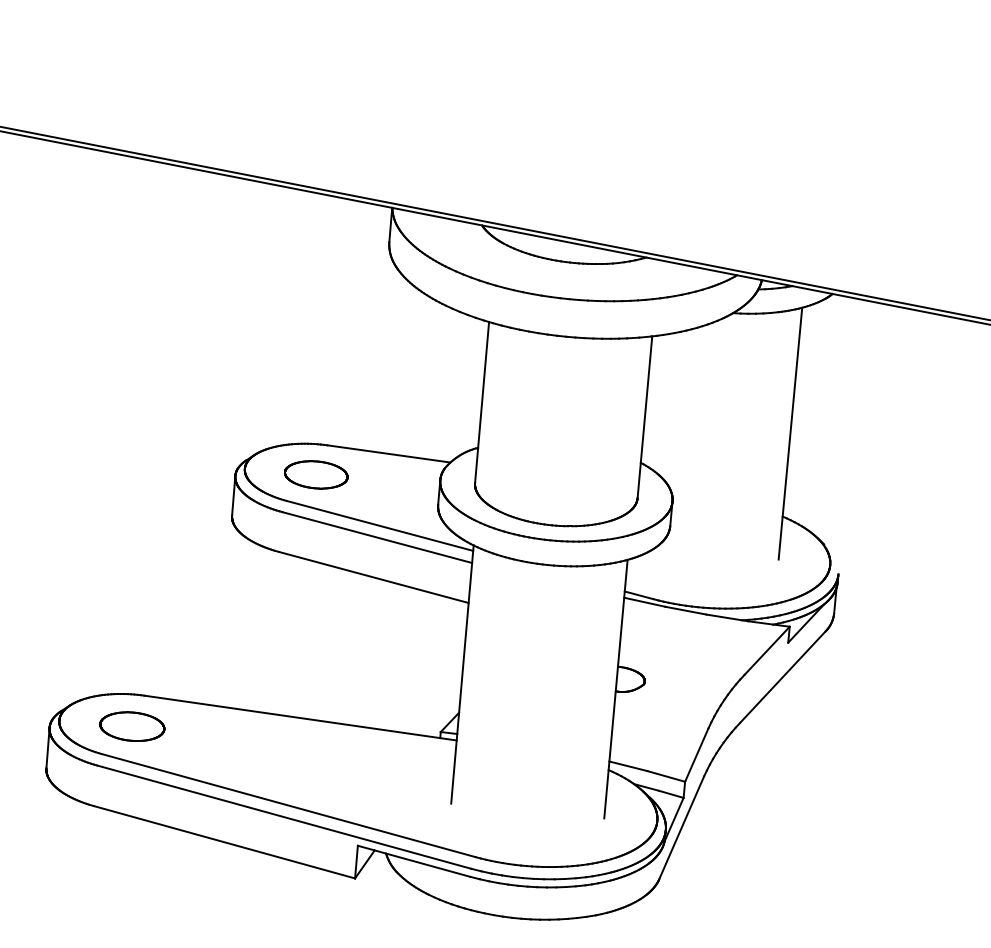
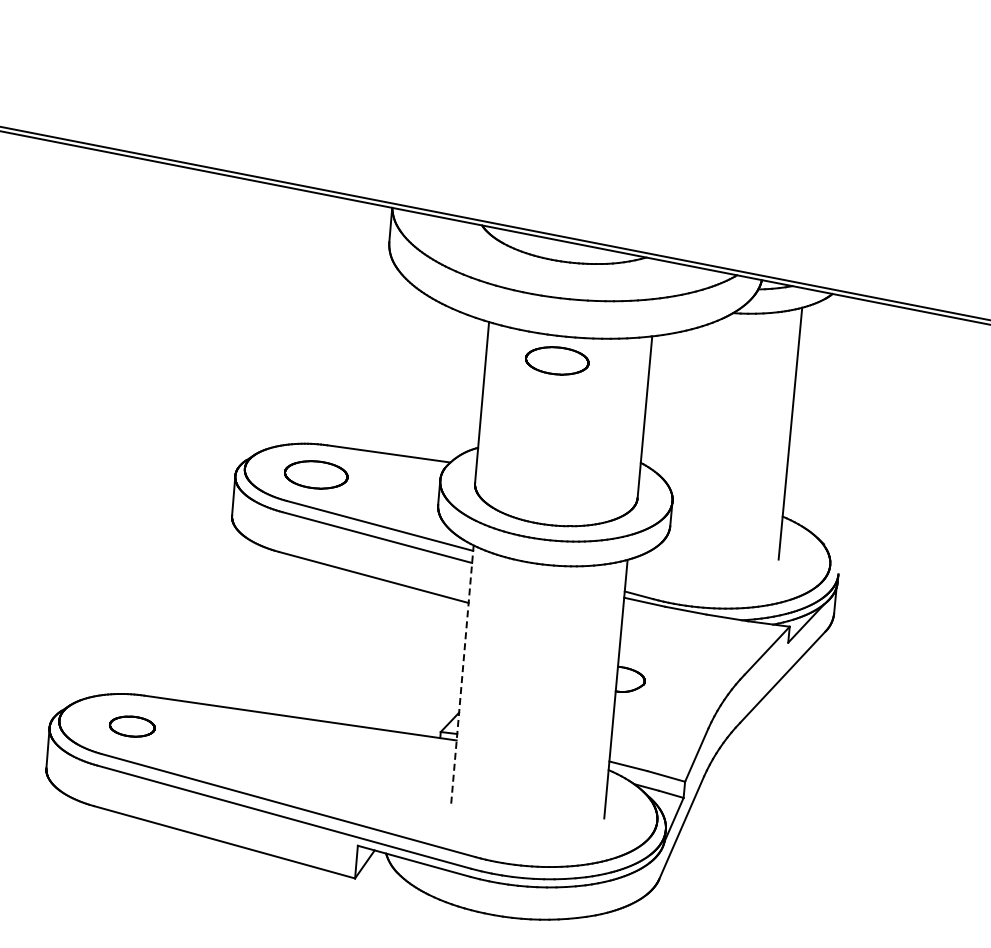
part at (557, 360): none -> present
line at (462, 674): solid -> dashed
part at (132, 726) size: 67x31 px -> 47x23 px
